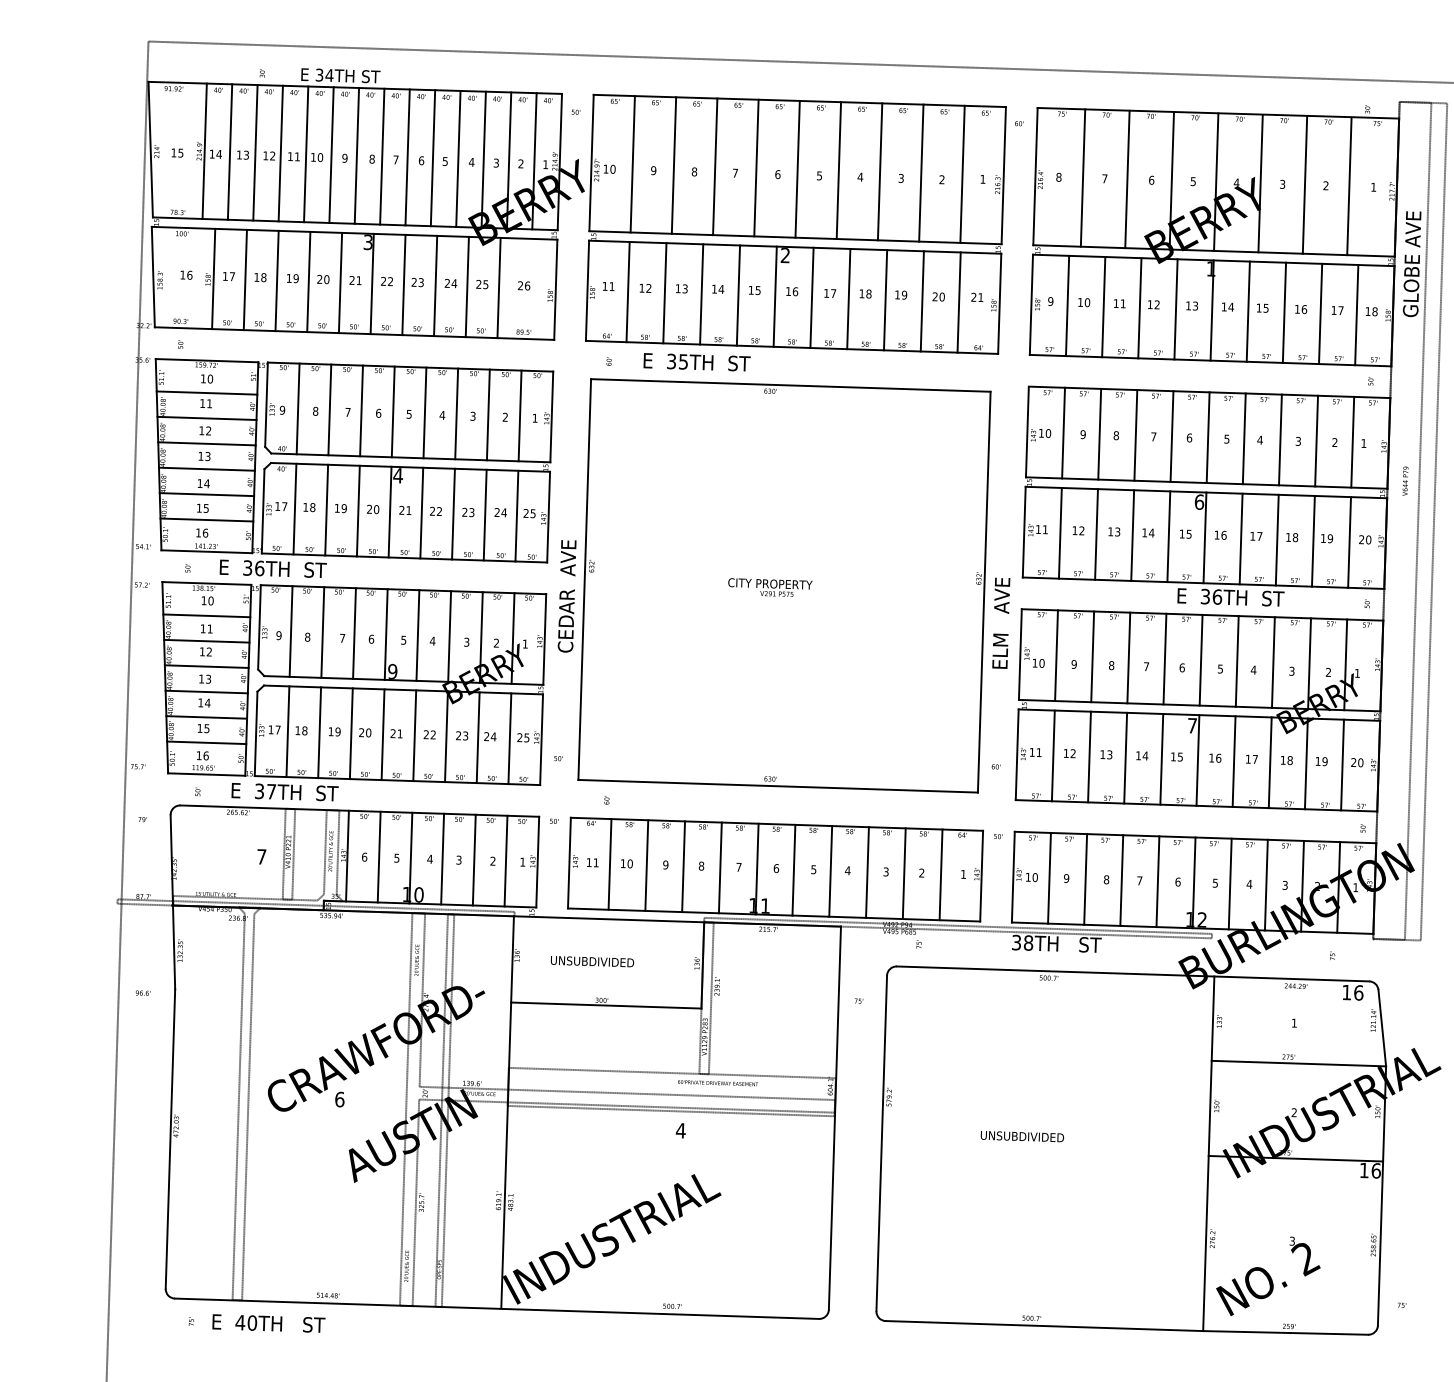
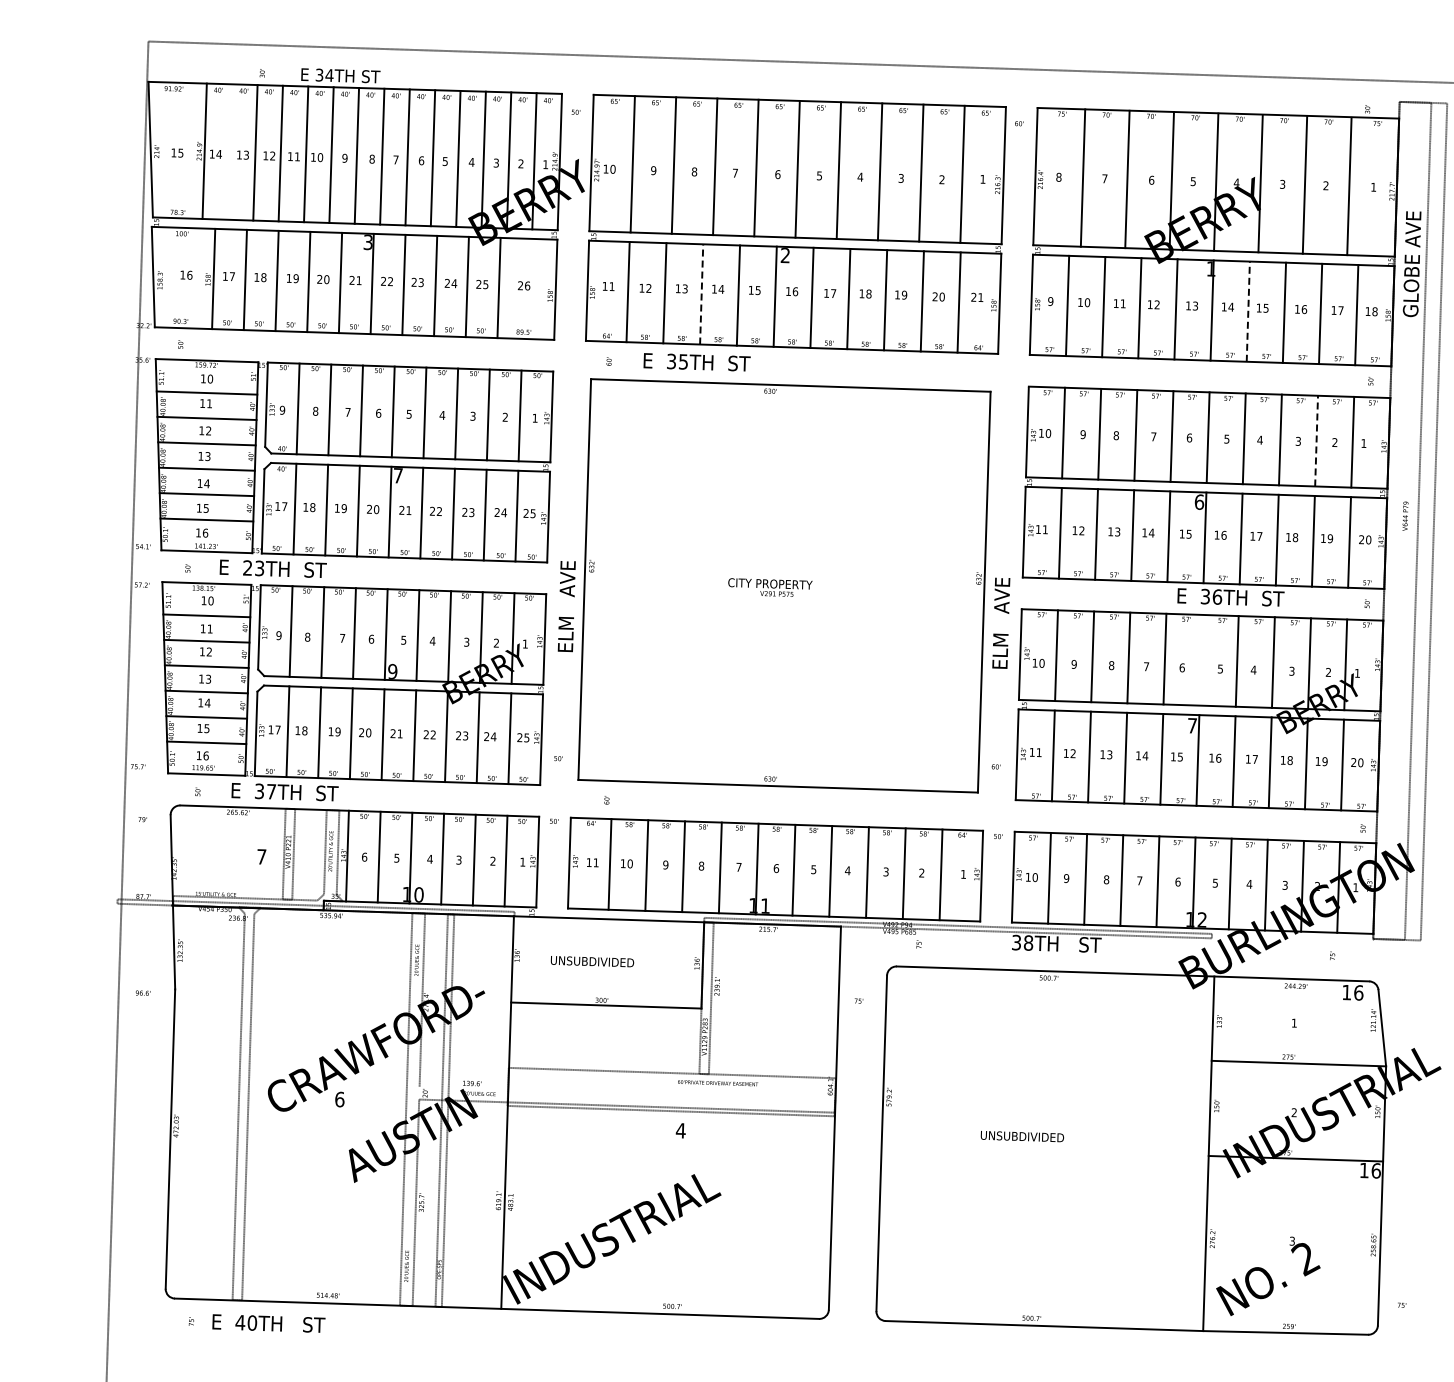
line at (229, 151): present -> none
line at (701, 293): solid -> dashed
line at (1248, 311): solid -> dashed
line at (1316, 440): solid -> dashed
text at (397, 475): 4 -> 7
text at (1405, 480) position: (1405, 480) -> (1405, 515)
text at (253, 568): 36TH -> 23TH
text at (566, 596): CEDAR  AVE -> ELM   AVE
line at (1200, 659): present -> none
line at (627, 1092): present -> none
